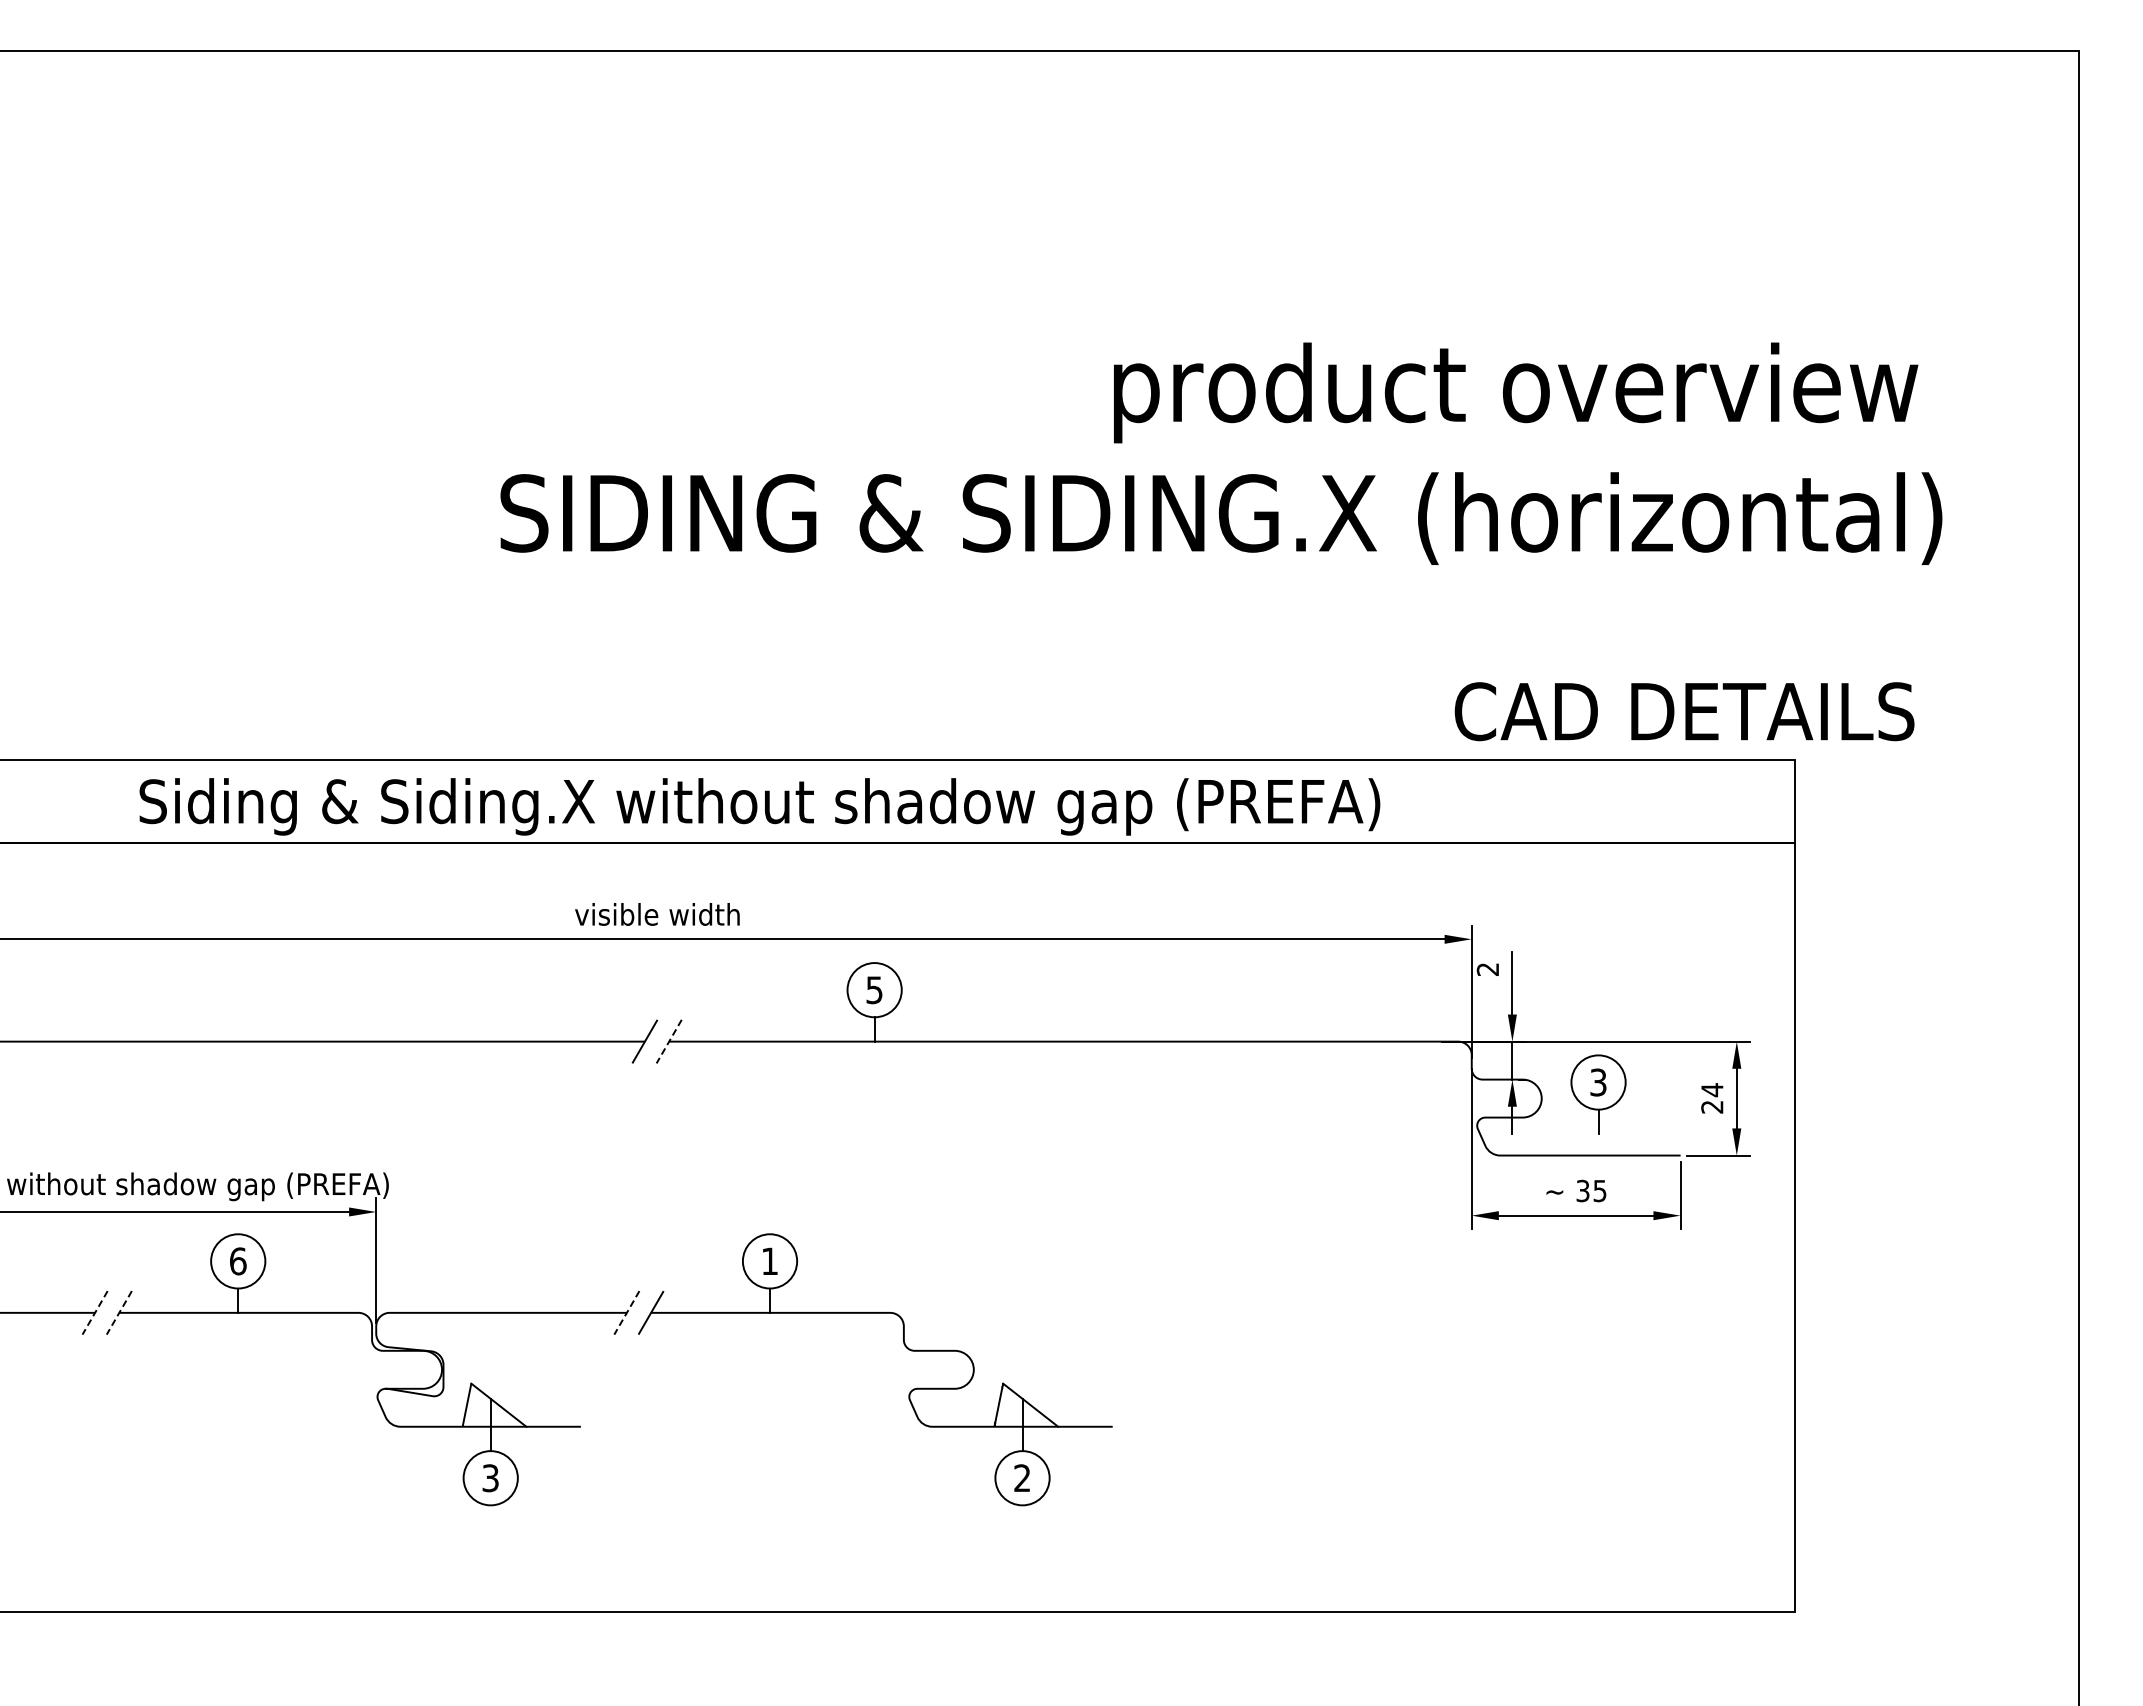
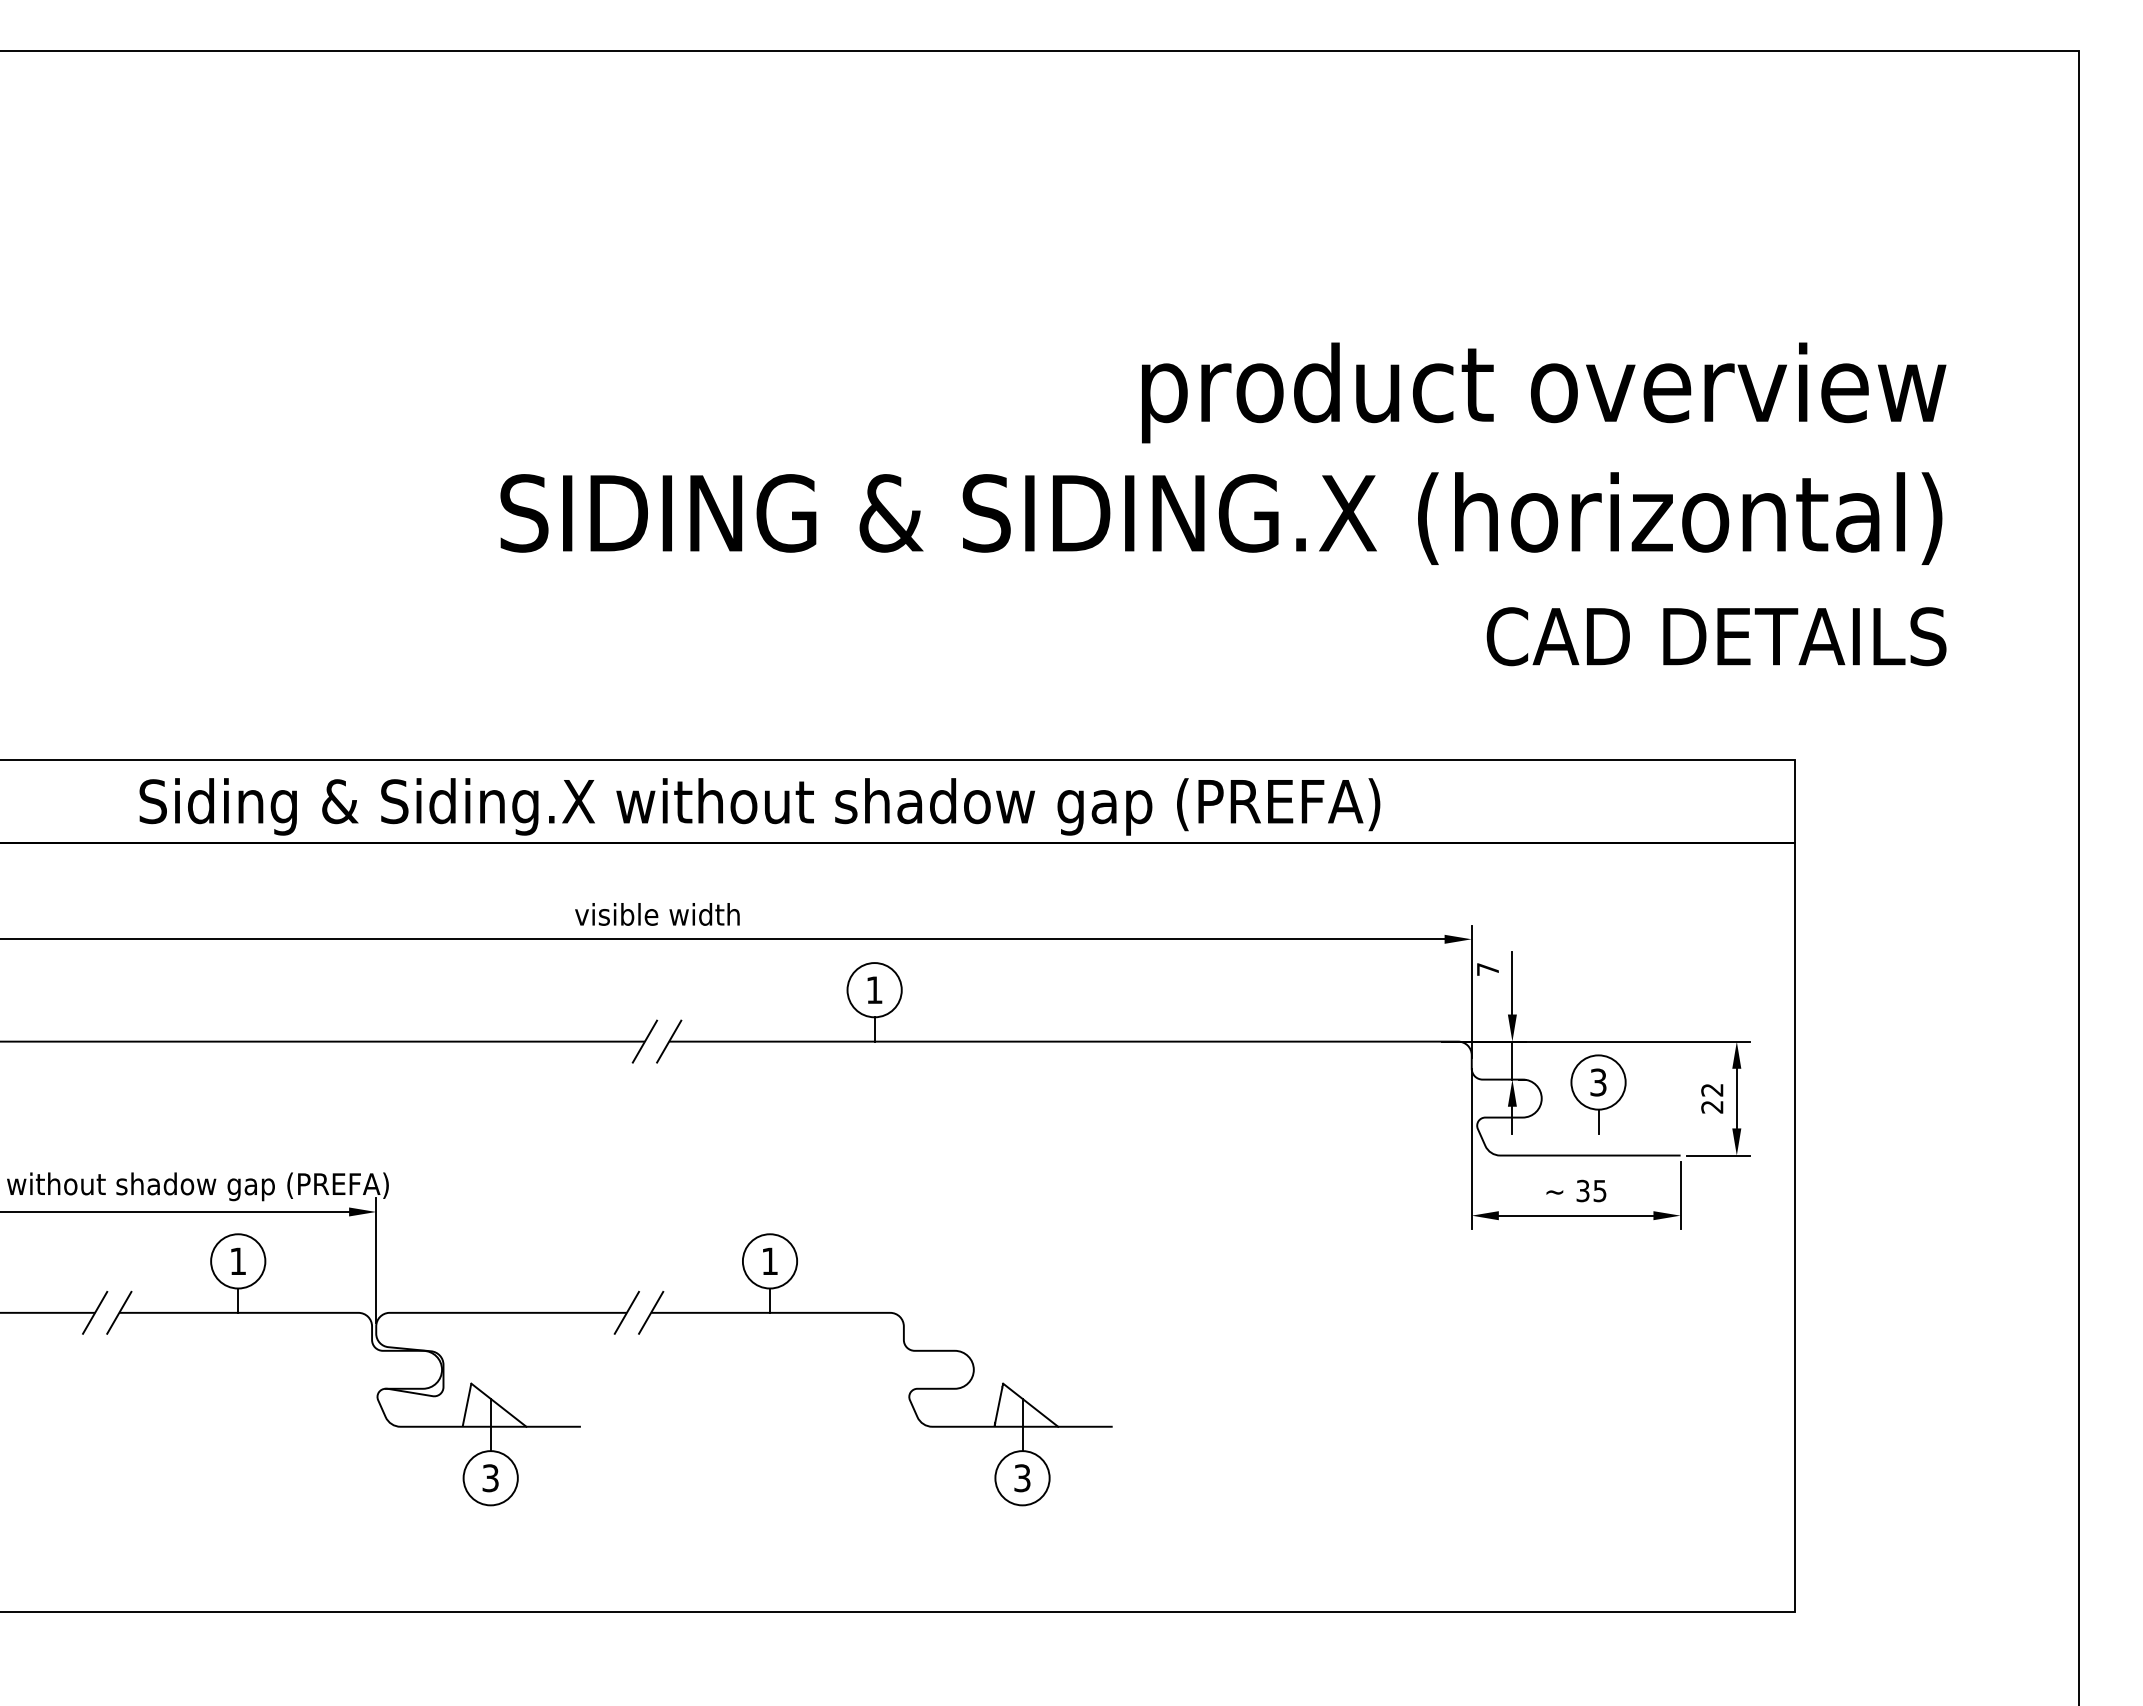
text at (1516, 392) position: (1516, 392) -> (1544, 392)
text at (1684, 711) position: (1684, 711) -> (1716, 636)
text at (1487, 969): 2 -> 7
text at (874, 990): 5 -> 1
line at (668, 1042): dashed -> solid
text at (1712, 1090): 24 -> 22
text at (238, 1261): 6 -> 1
line at (94, 1313): dashed -> solid
line at (119, 1313): dashed -> solid
line at (626, 1313): dashed -> solid
text at (1022, 1478): 2 -> 3
